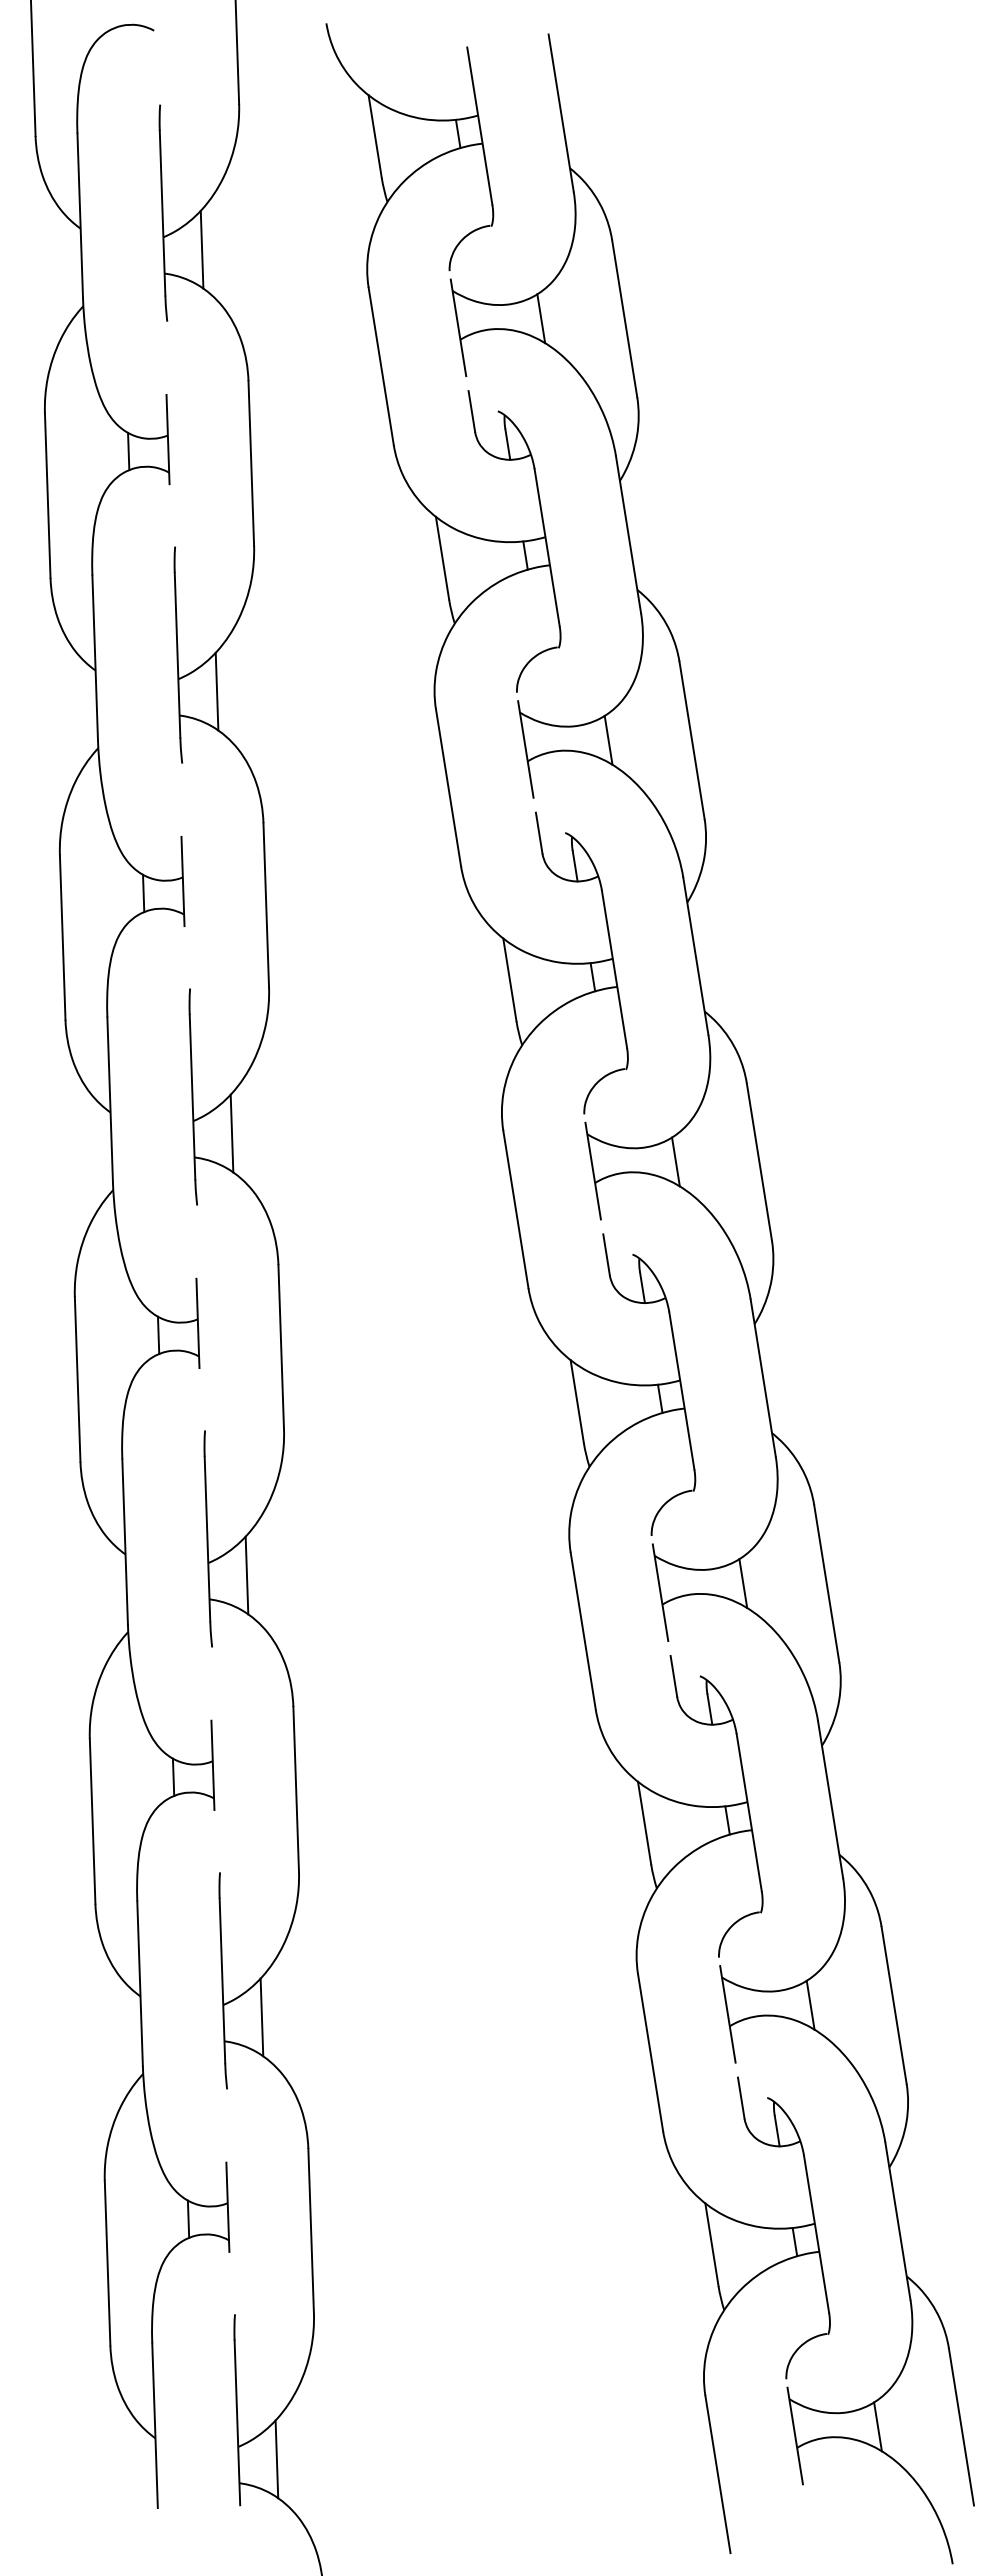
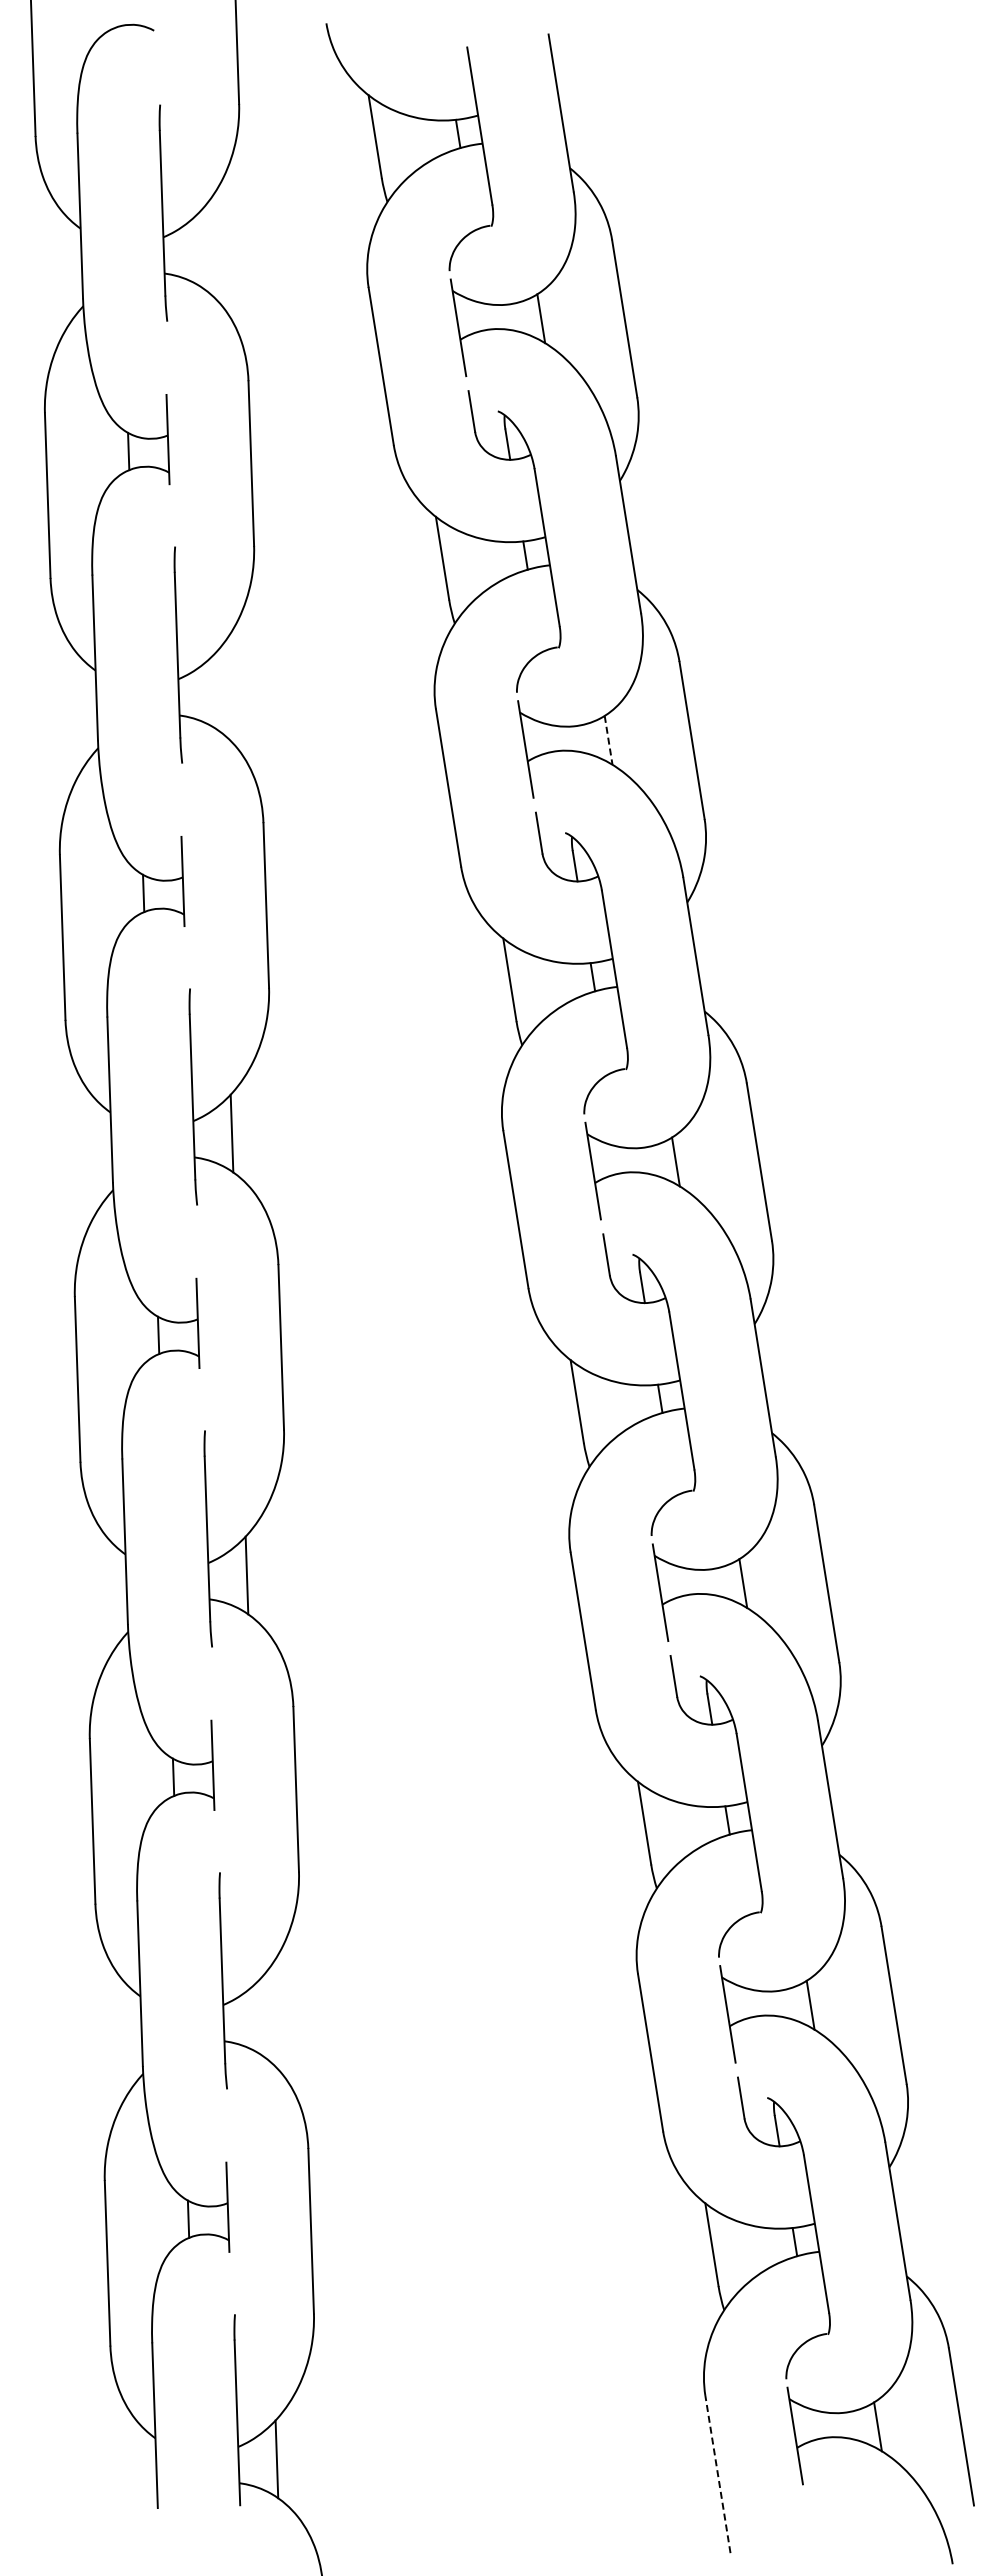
line at (201, 249): present -> none
line at (216, 691): present -> none
line at (608, 740): solid -> dashed
line at (261, 2017): present -> none
line at (717, 2474): solid -> dashed
